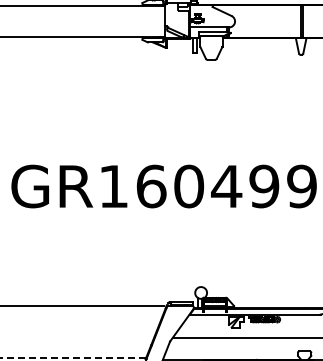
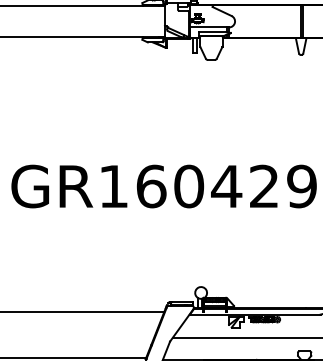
text at (264, 186): GR160499 -> GR160429
line at (83, 305) position: (83, 305) -> (83, 311)
line at (73, 357): dashed -> solid
